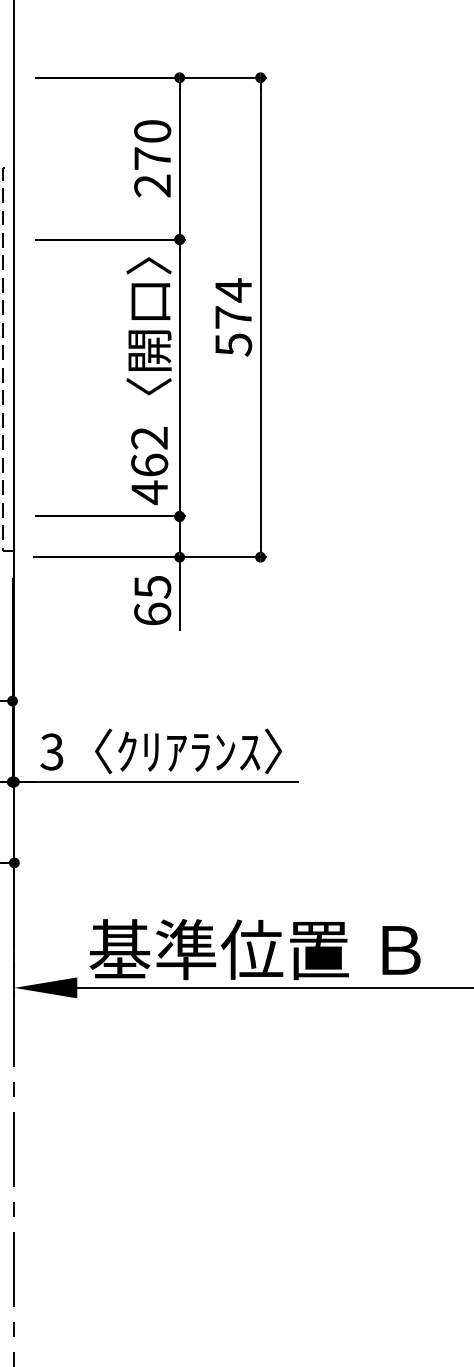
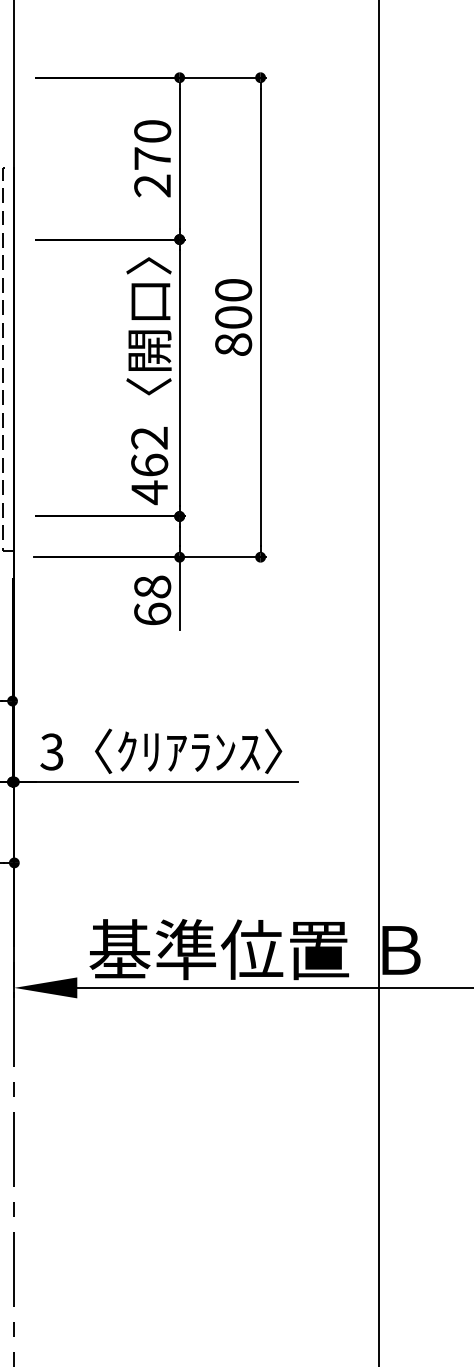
text at (233, 317): 574 -> 800
text at (152, 587): 65 -> 68
line at (379, 682): none -> present
